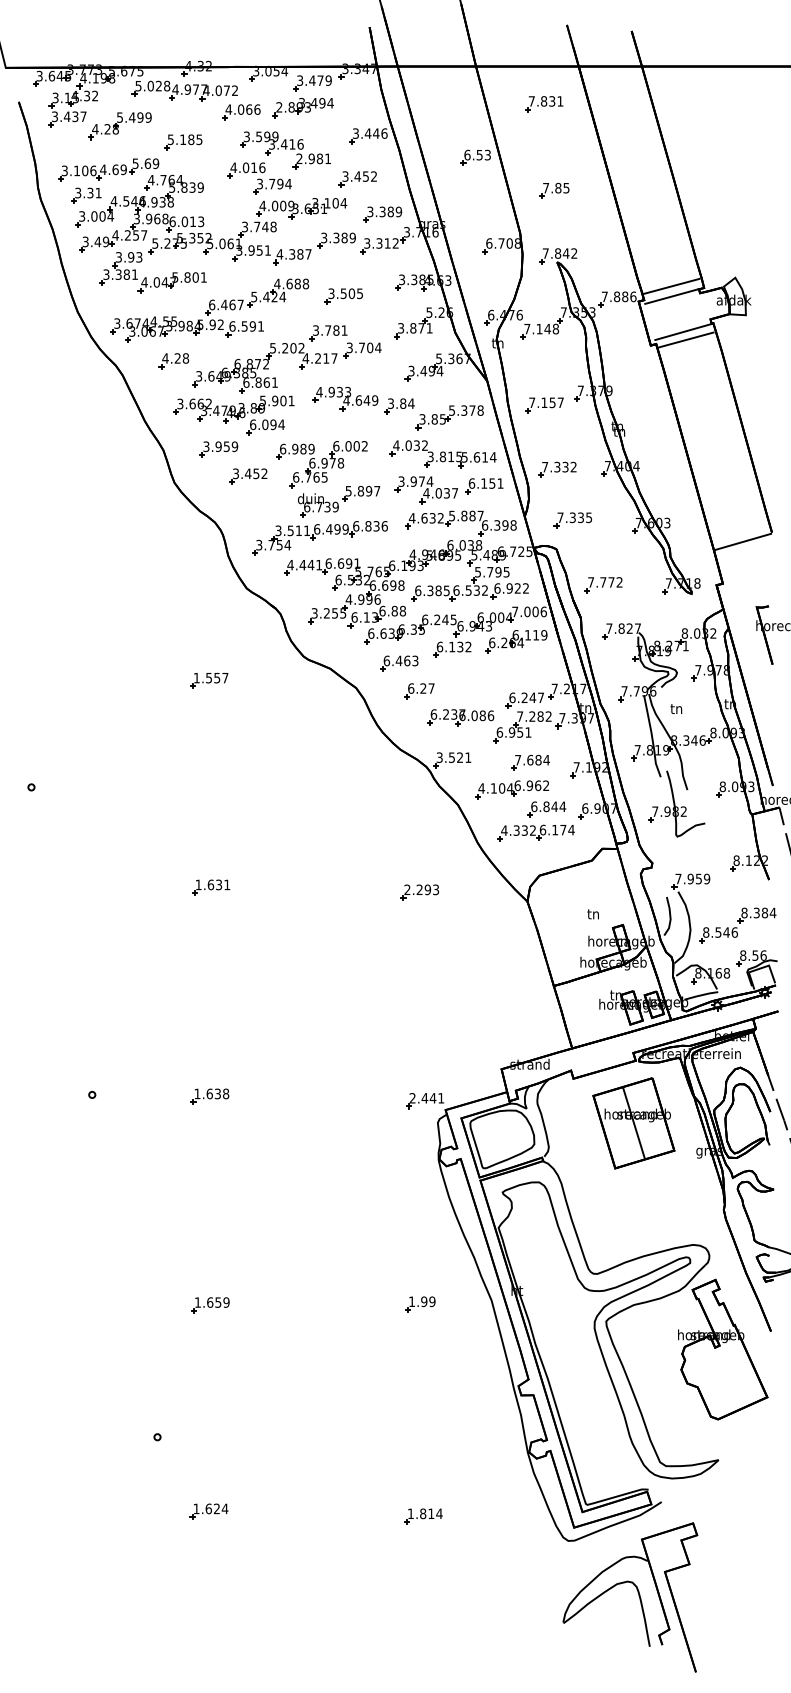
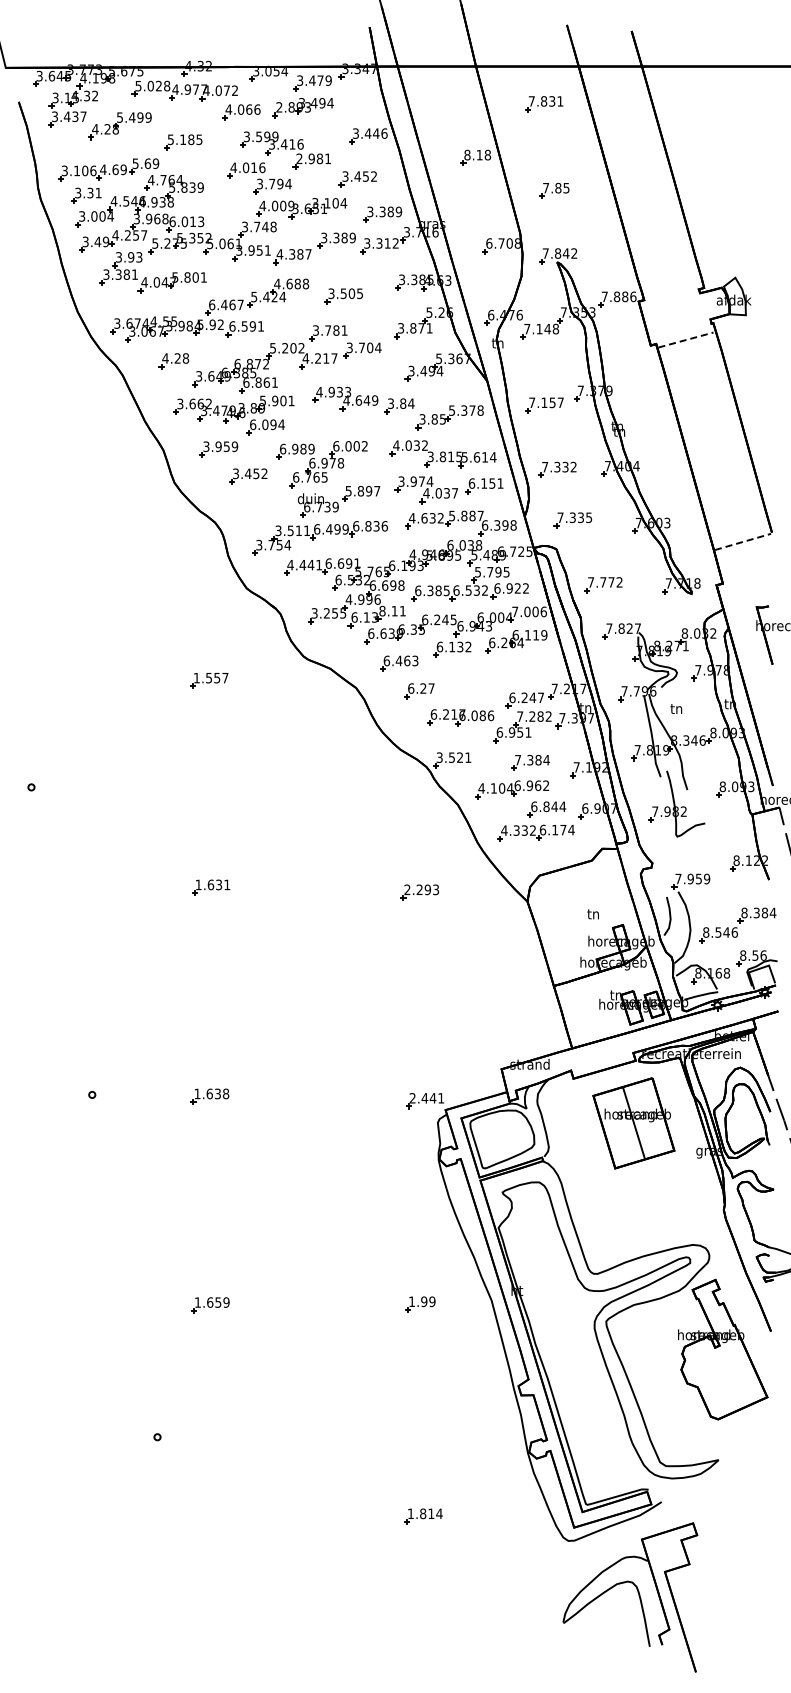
text at (477, 154): 6.53 -> 8.18
line at (671, 286): present -> none
line at (671, 296): present -> none
line at (683, 332): present -> none
line at (686, 340): solid -> dashed
line at (743, 541): solid -> dashed
text at (392, 610): 6.88 -> 8.11
text at (454, 714): 6.237 -> 6.217
text at (530, 759): 7.684 -> 7.384
part at (208, 1511): present -> none
